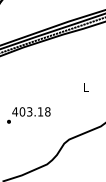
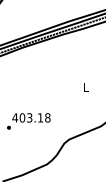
text at (28, 115) position: (28, 115) -> (28, 121)
